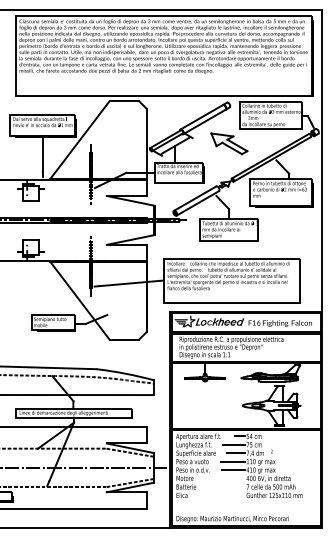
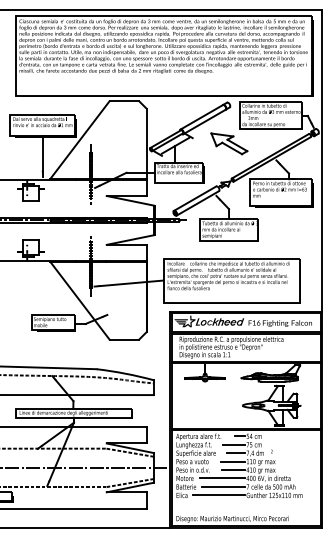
line at (221, 478): none -> present
line at (223, 486): none -> present
line at (218, 495): none -> present
